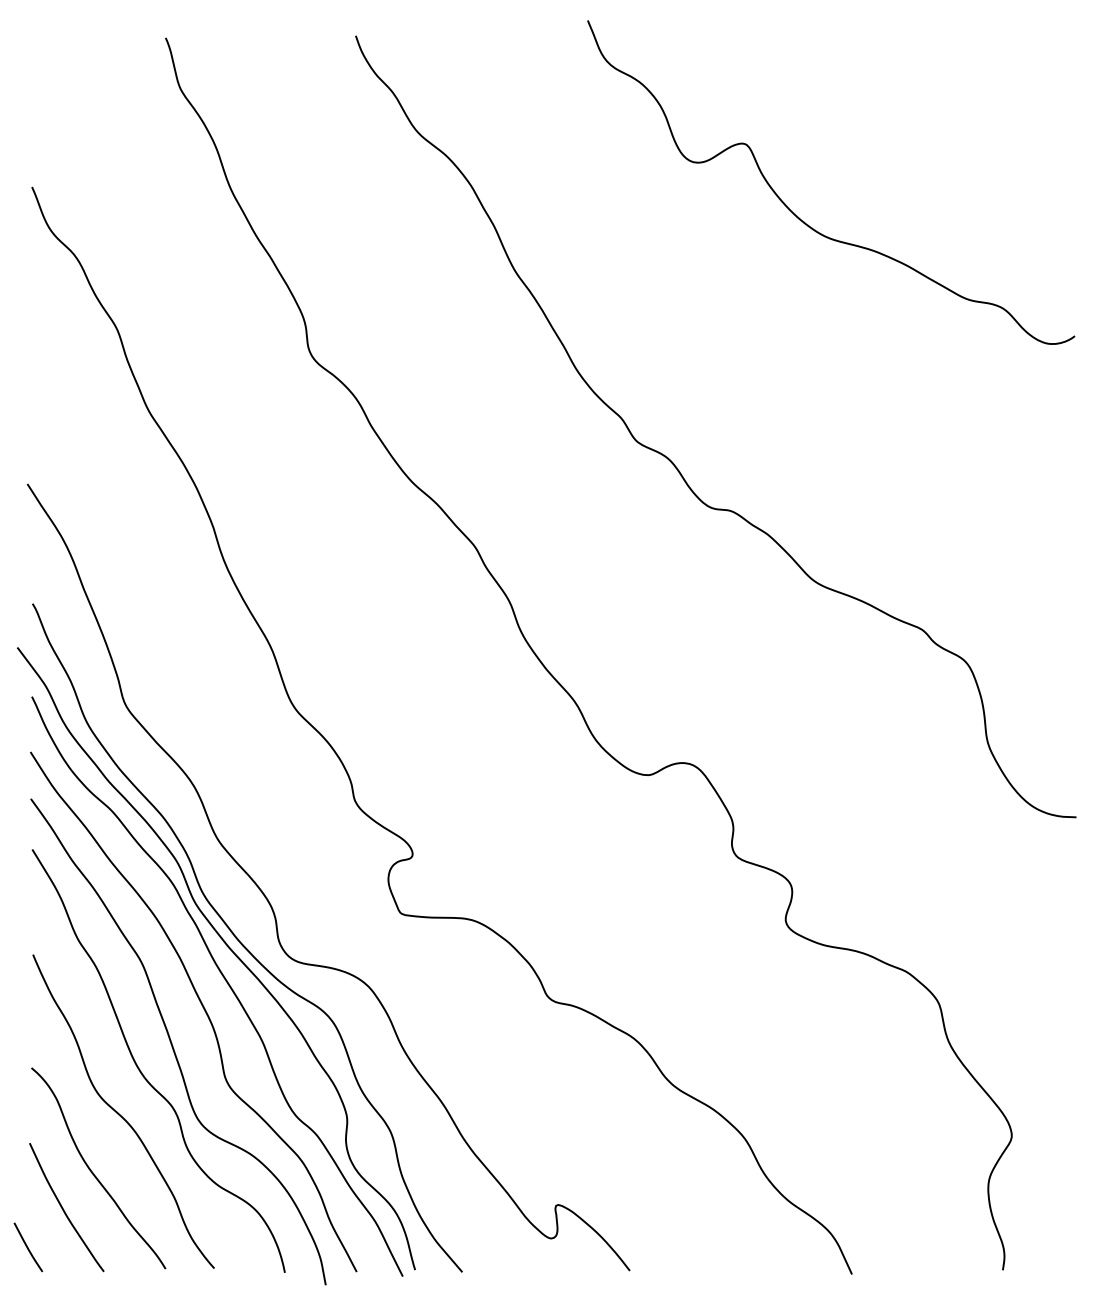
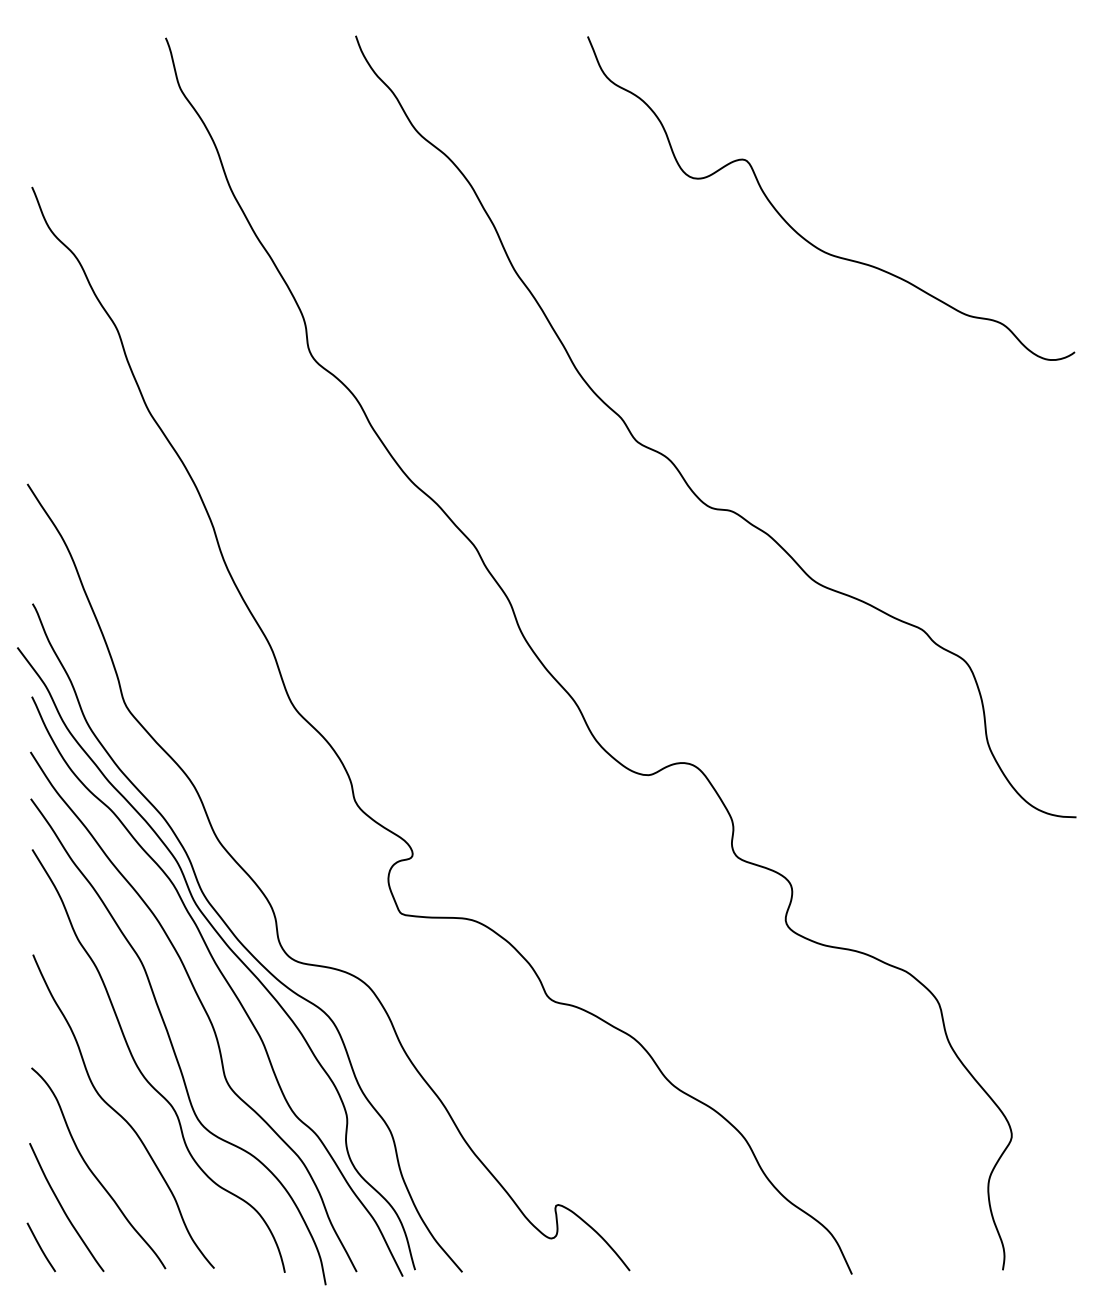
curve at (797, 215) position: (797, 215) -> (797, 231)
curve at (28, 1247) position: (28, 1247) -> (41, 1247)
